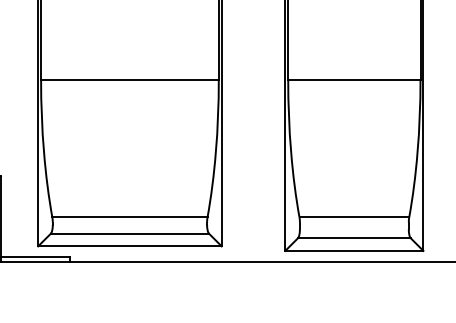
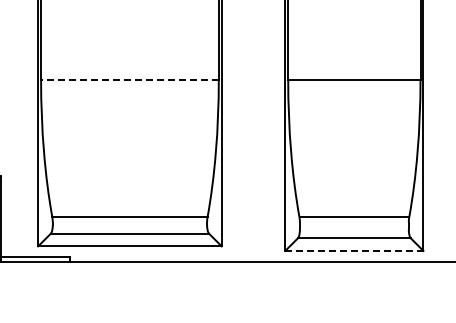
line at (129, 80): solid -> dashed
line at (354, 250): solid -> dashed
